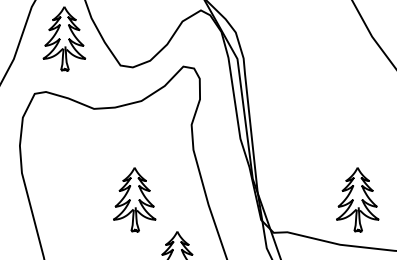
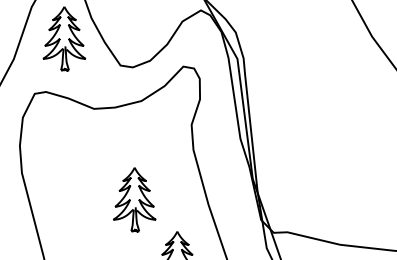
part at (357, 199): present -> none
